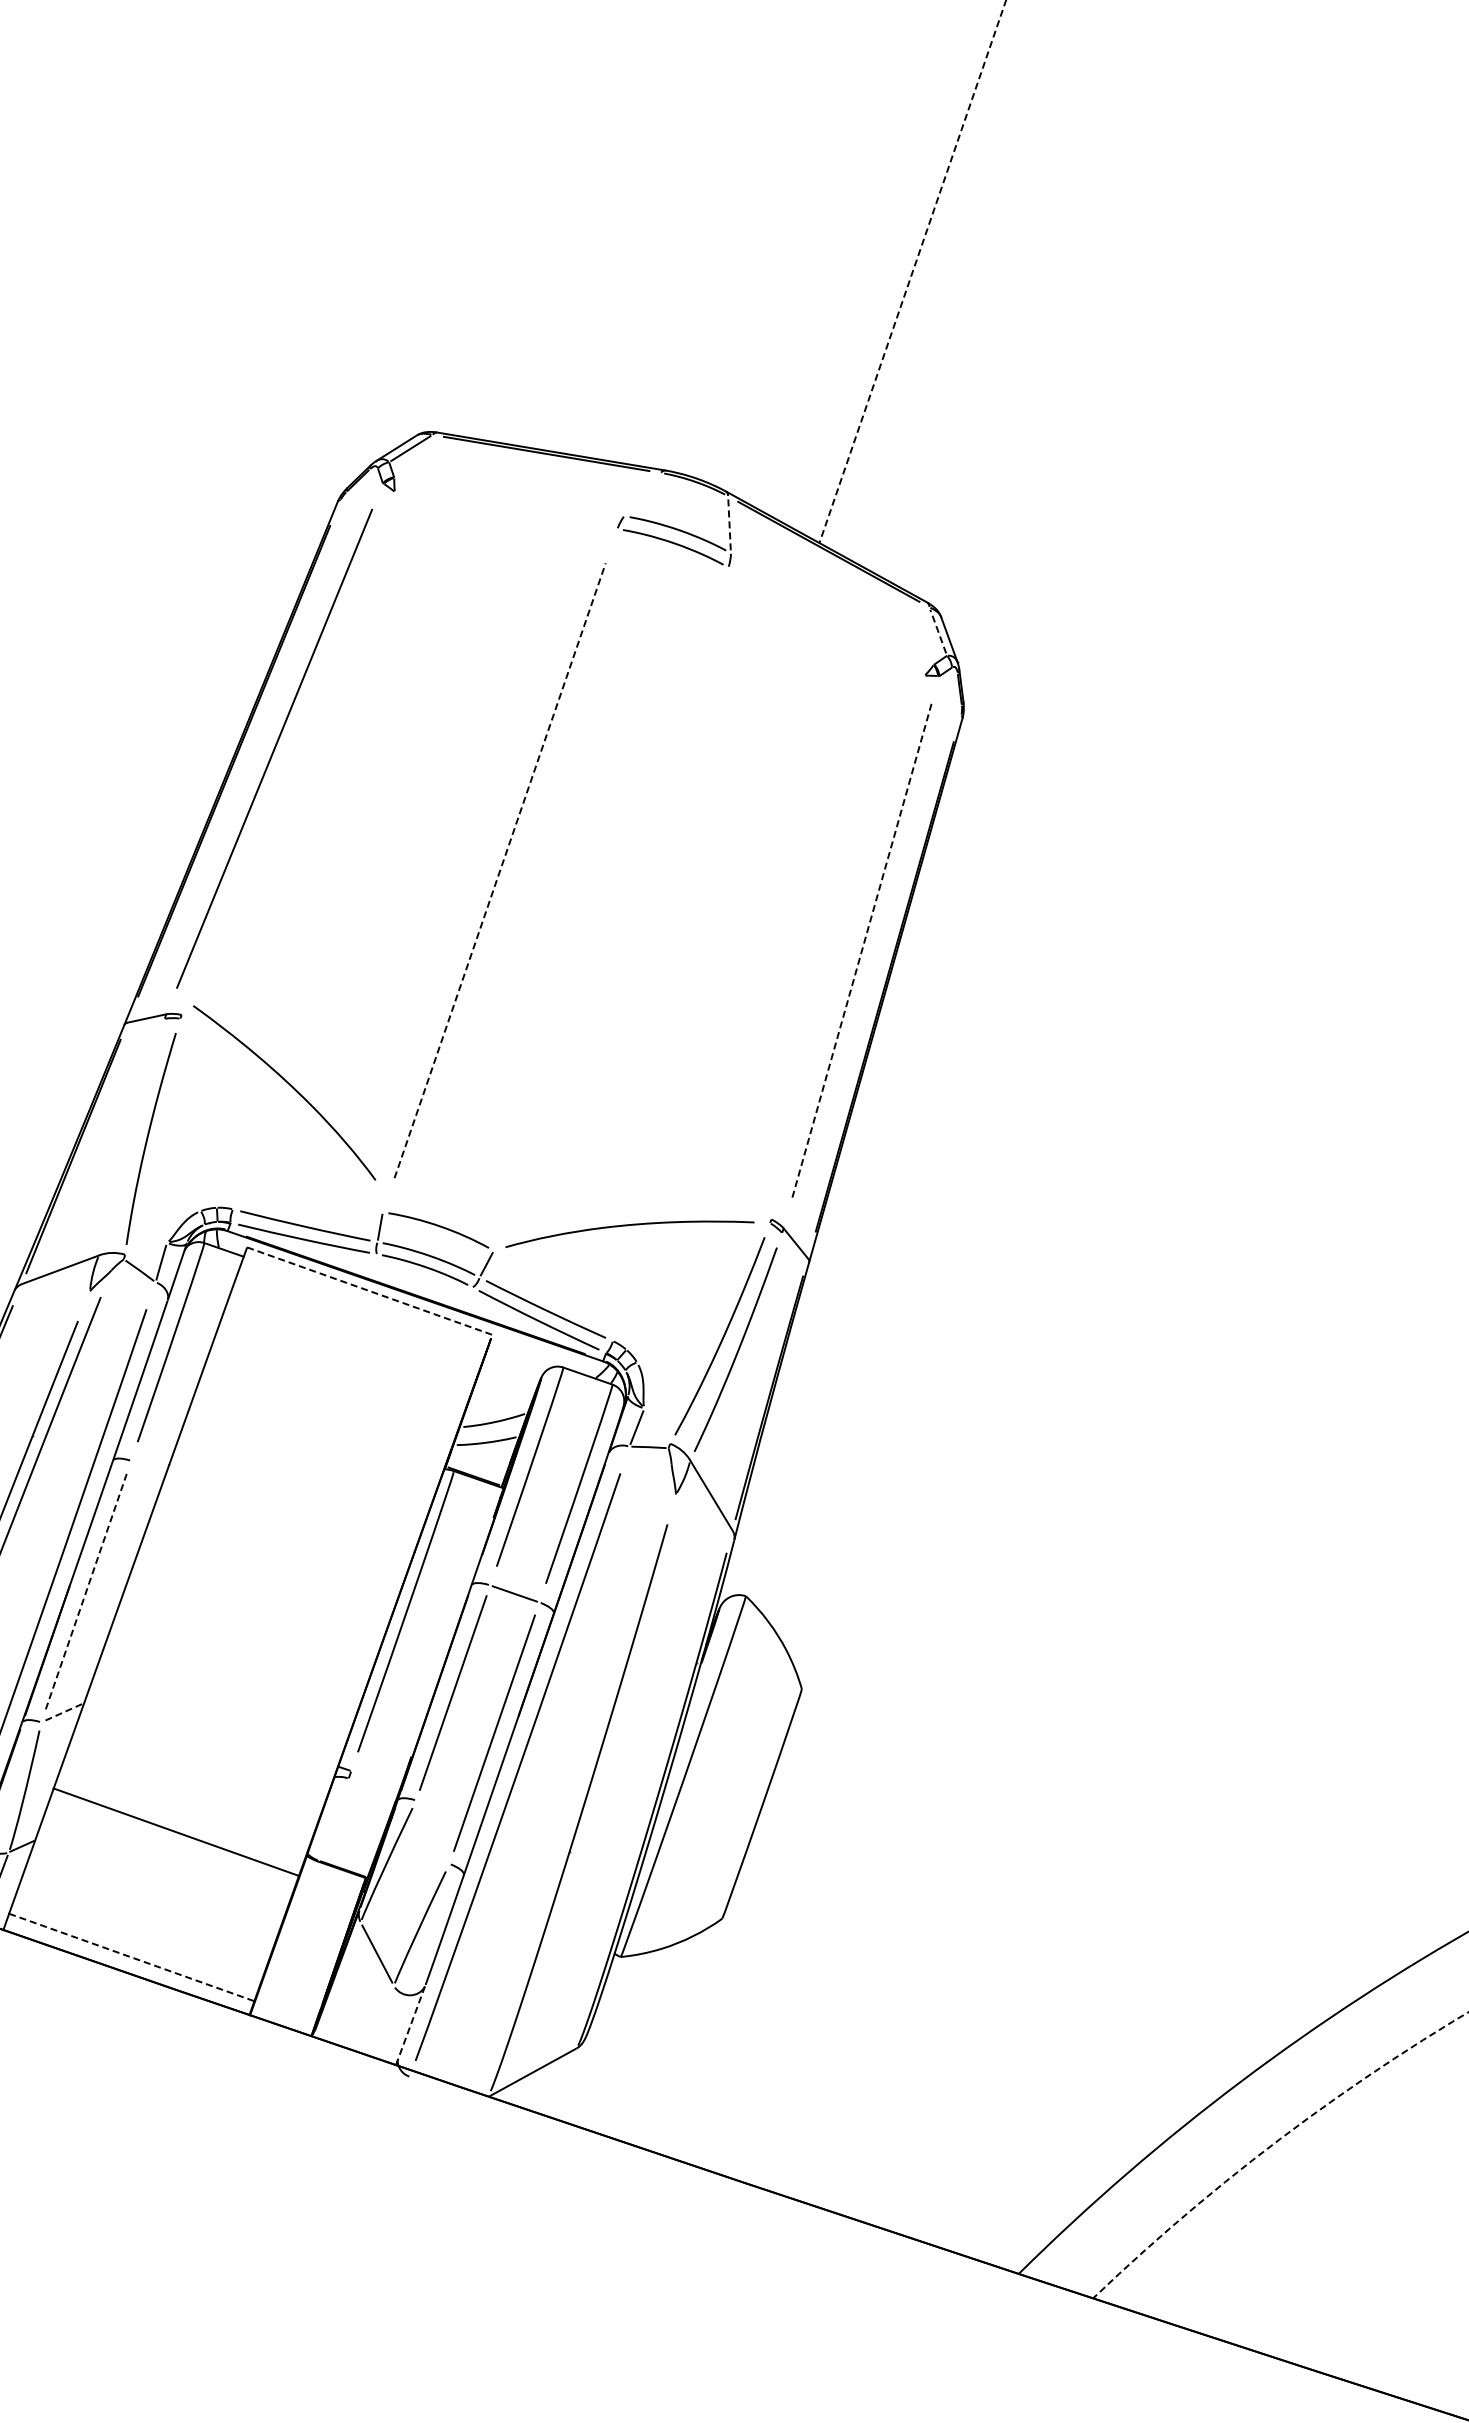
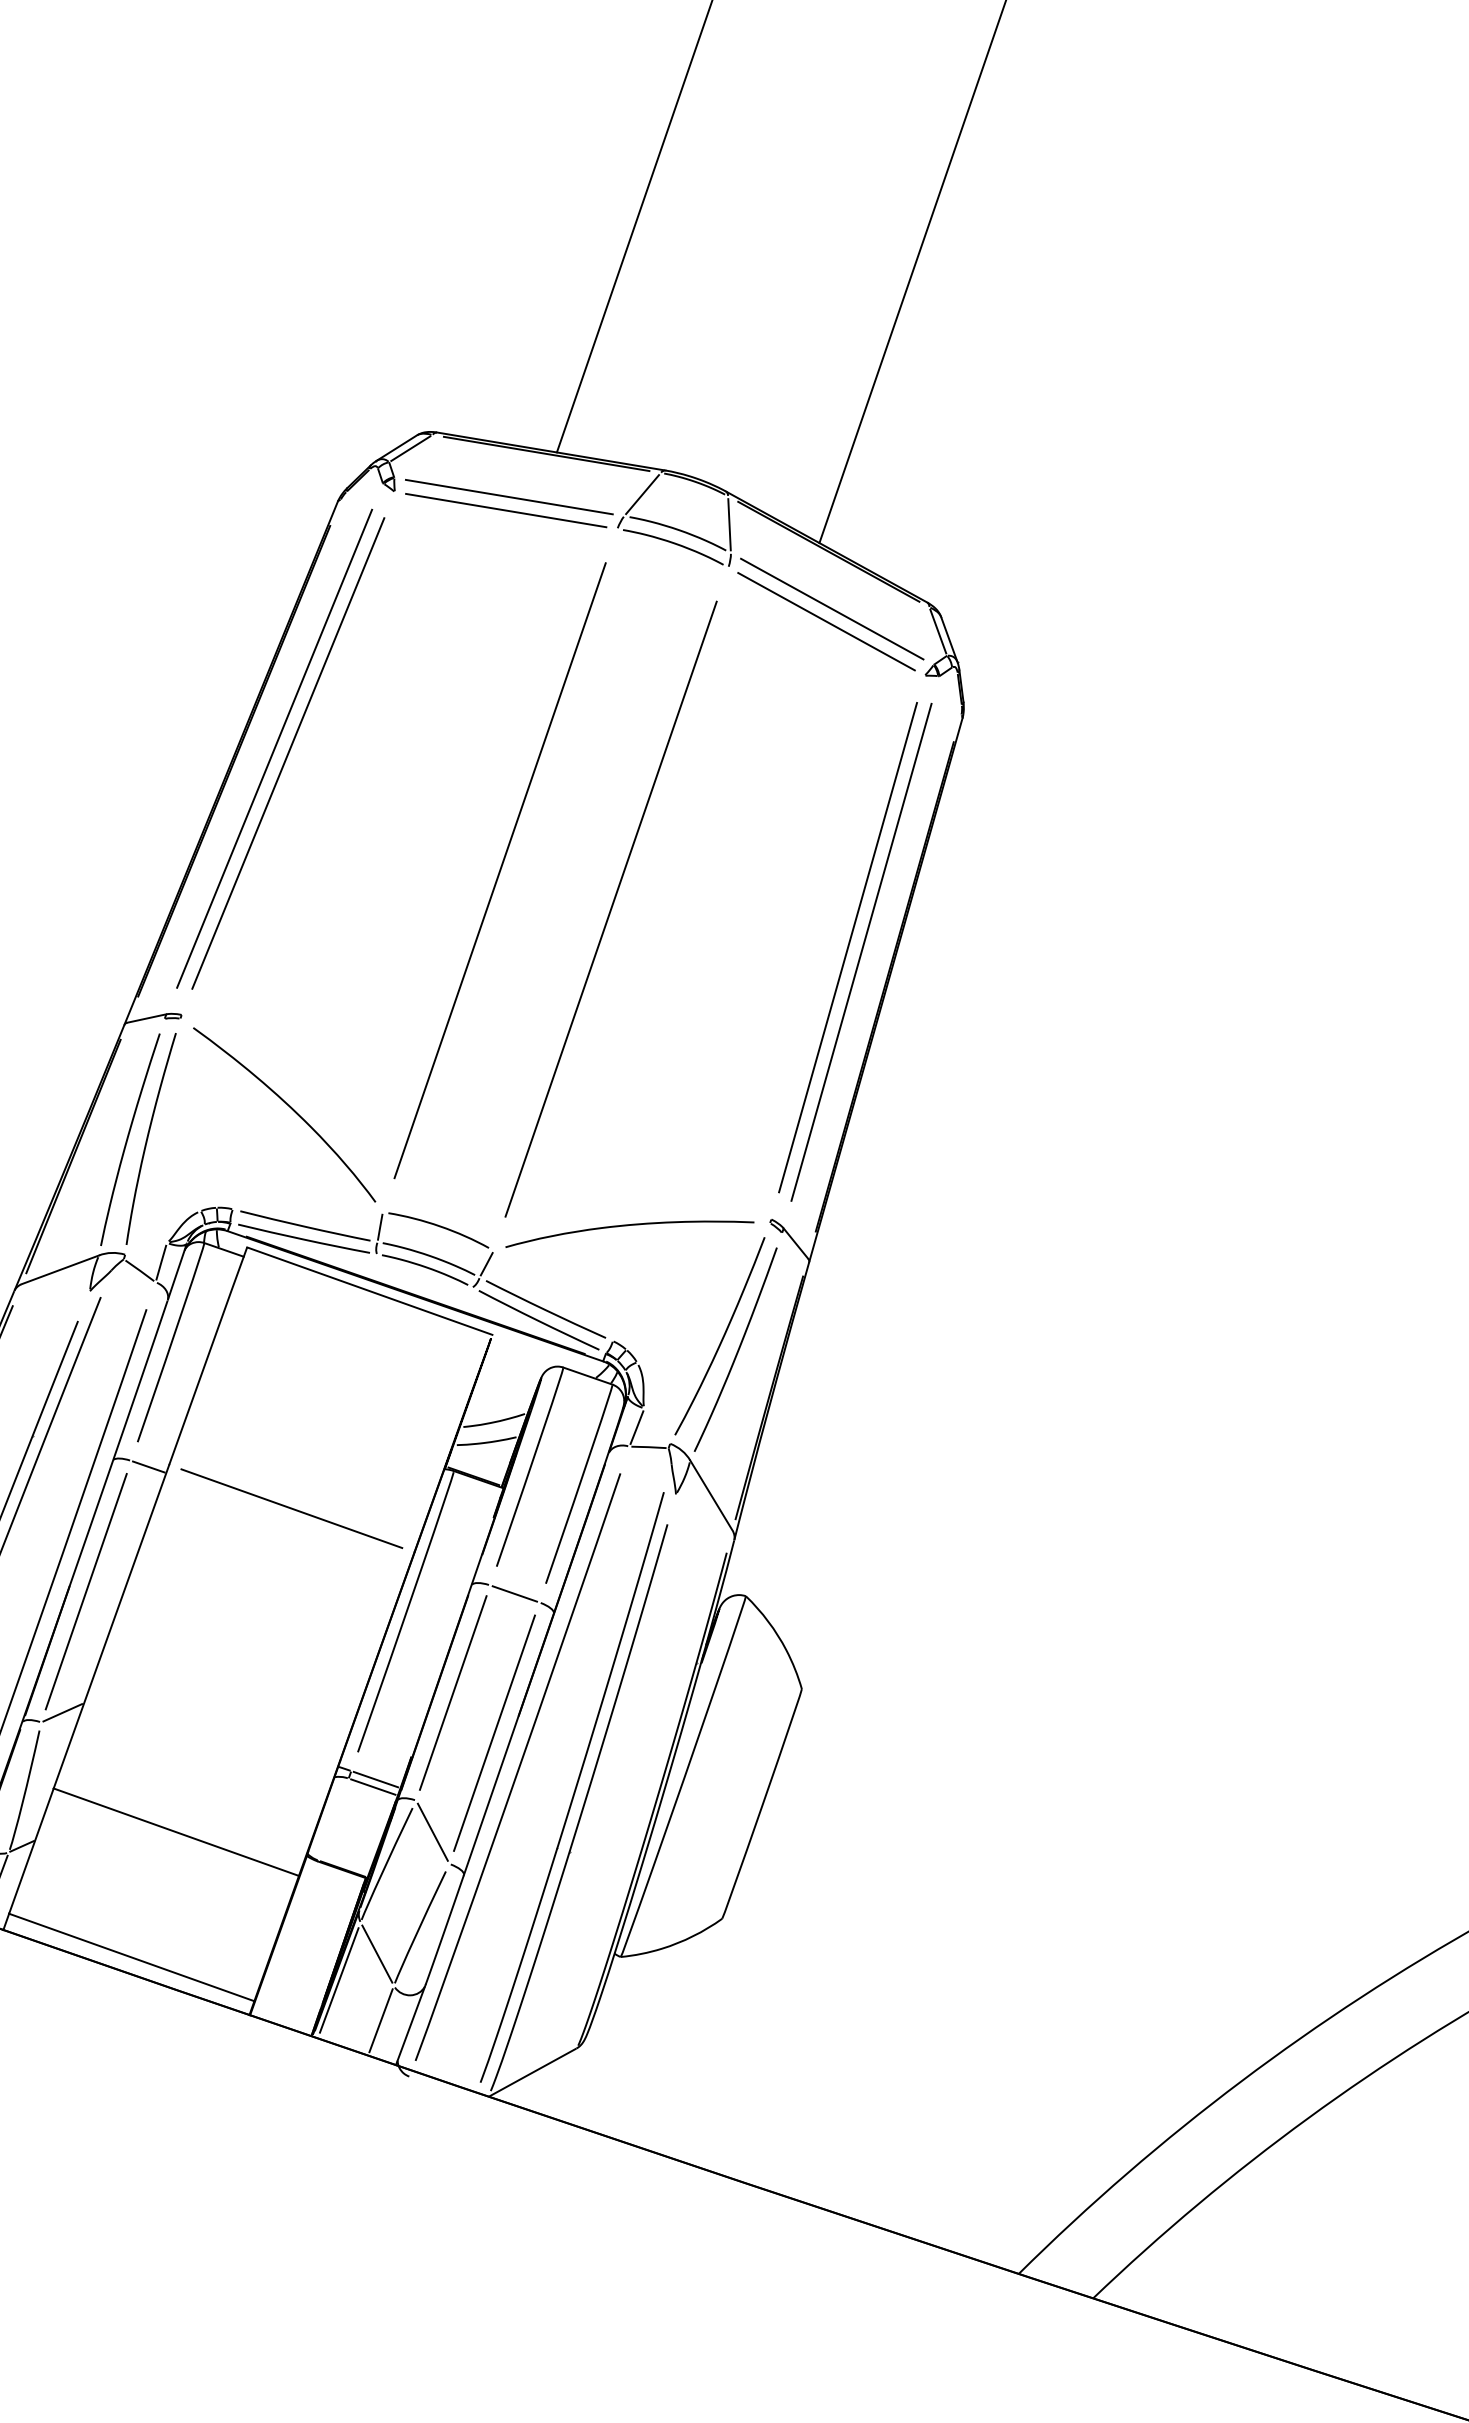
line at (633, 227): none -> present
line at (912, 271): dashed -> solid
line at (642, 494): none -> present
line at (508, 496): none -> present
line at (506, 510): none -> present
line at (729, 524): dashed -> solid
line at (832, 608): none -> present
line at (826, 621): none -> present
line at (938, 631): dashed -> solid
line at (288, 753): none -> present
line at (500, 870): dashed -> solid
line at (610, 908): none -> present
line at (848, 947): none -> present
line at (861, 952): dashed -> solid
curve at (290, 1086) position: (290, 1086) -> (290, 1108)
curve at (128, 1139): none -> present
line at (370, 1291): dashed -> solid
line at (148, 1466): none -> present
line at (291, 1508): none -> present
line at (86, 1591): dashed -> solid
line at (62, 1712): dashed -> solid
line at (375, 1779): none -> present
line at (373, 1786): none -> present
part at (571, 1787): none -> present
line at (432, 1831): none -> present
line at (132, 1957): dashed -> solid
line at (338, 1980): none -> present
line at (380, 2020): none -> present
line at (410, 2025): dashed -> solid
arc at (1272, 2145): dashed -> solid
